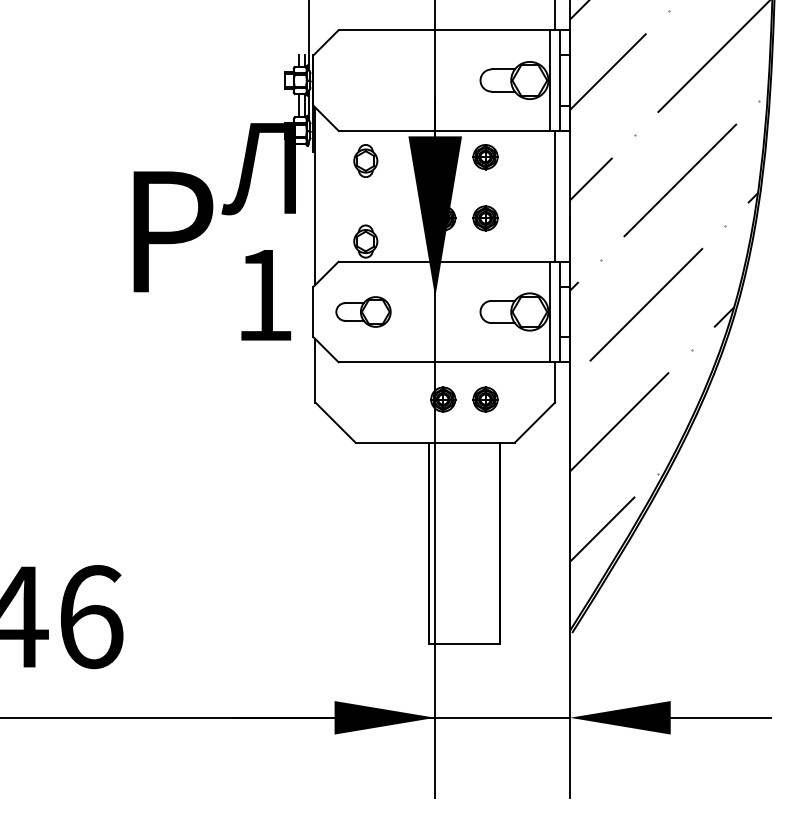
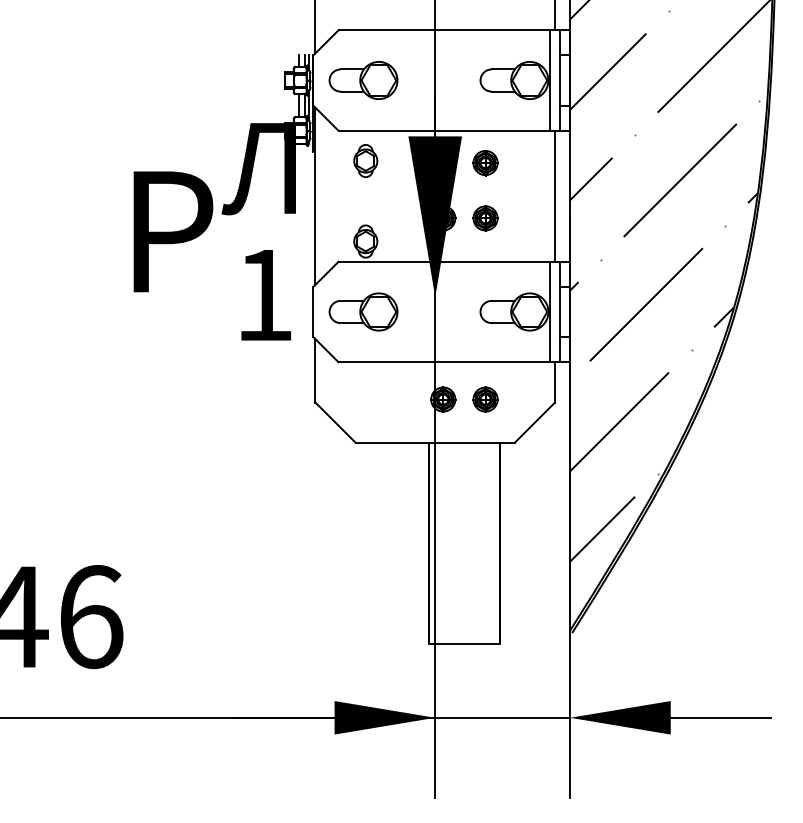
line at (309, 27) position: (309, 27) -> (315, 27)
part at (363, 80): none -> present
part at (485, 157) position: (485, 157) -> (485, 163)
part at (363, 311) size: 57x32 px -> 71x40 px
